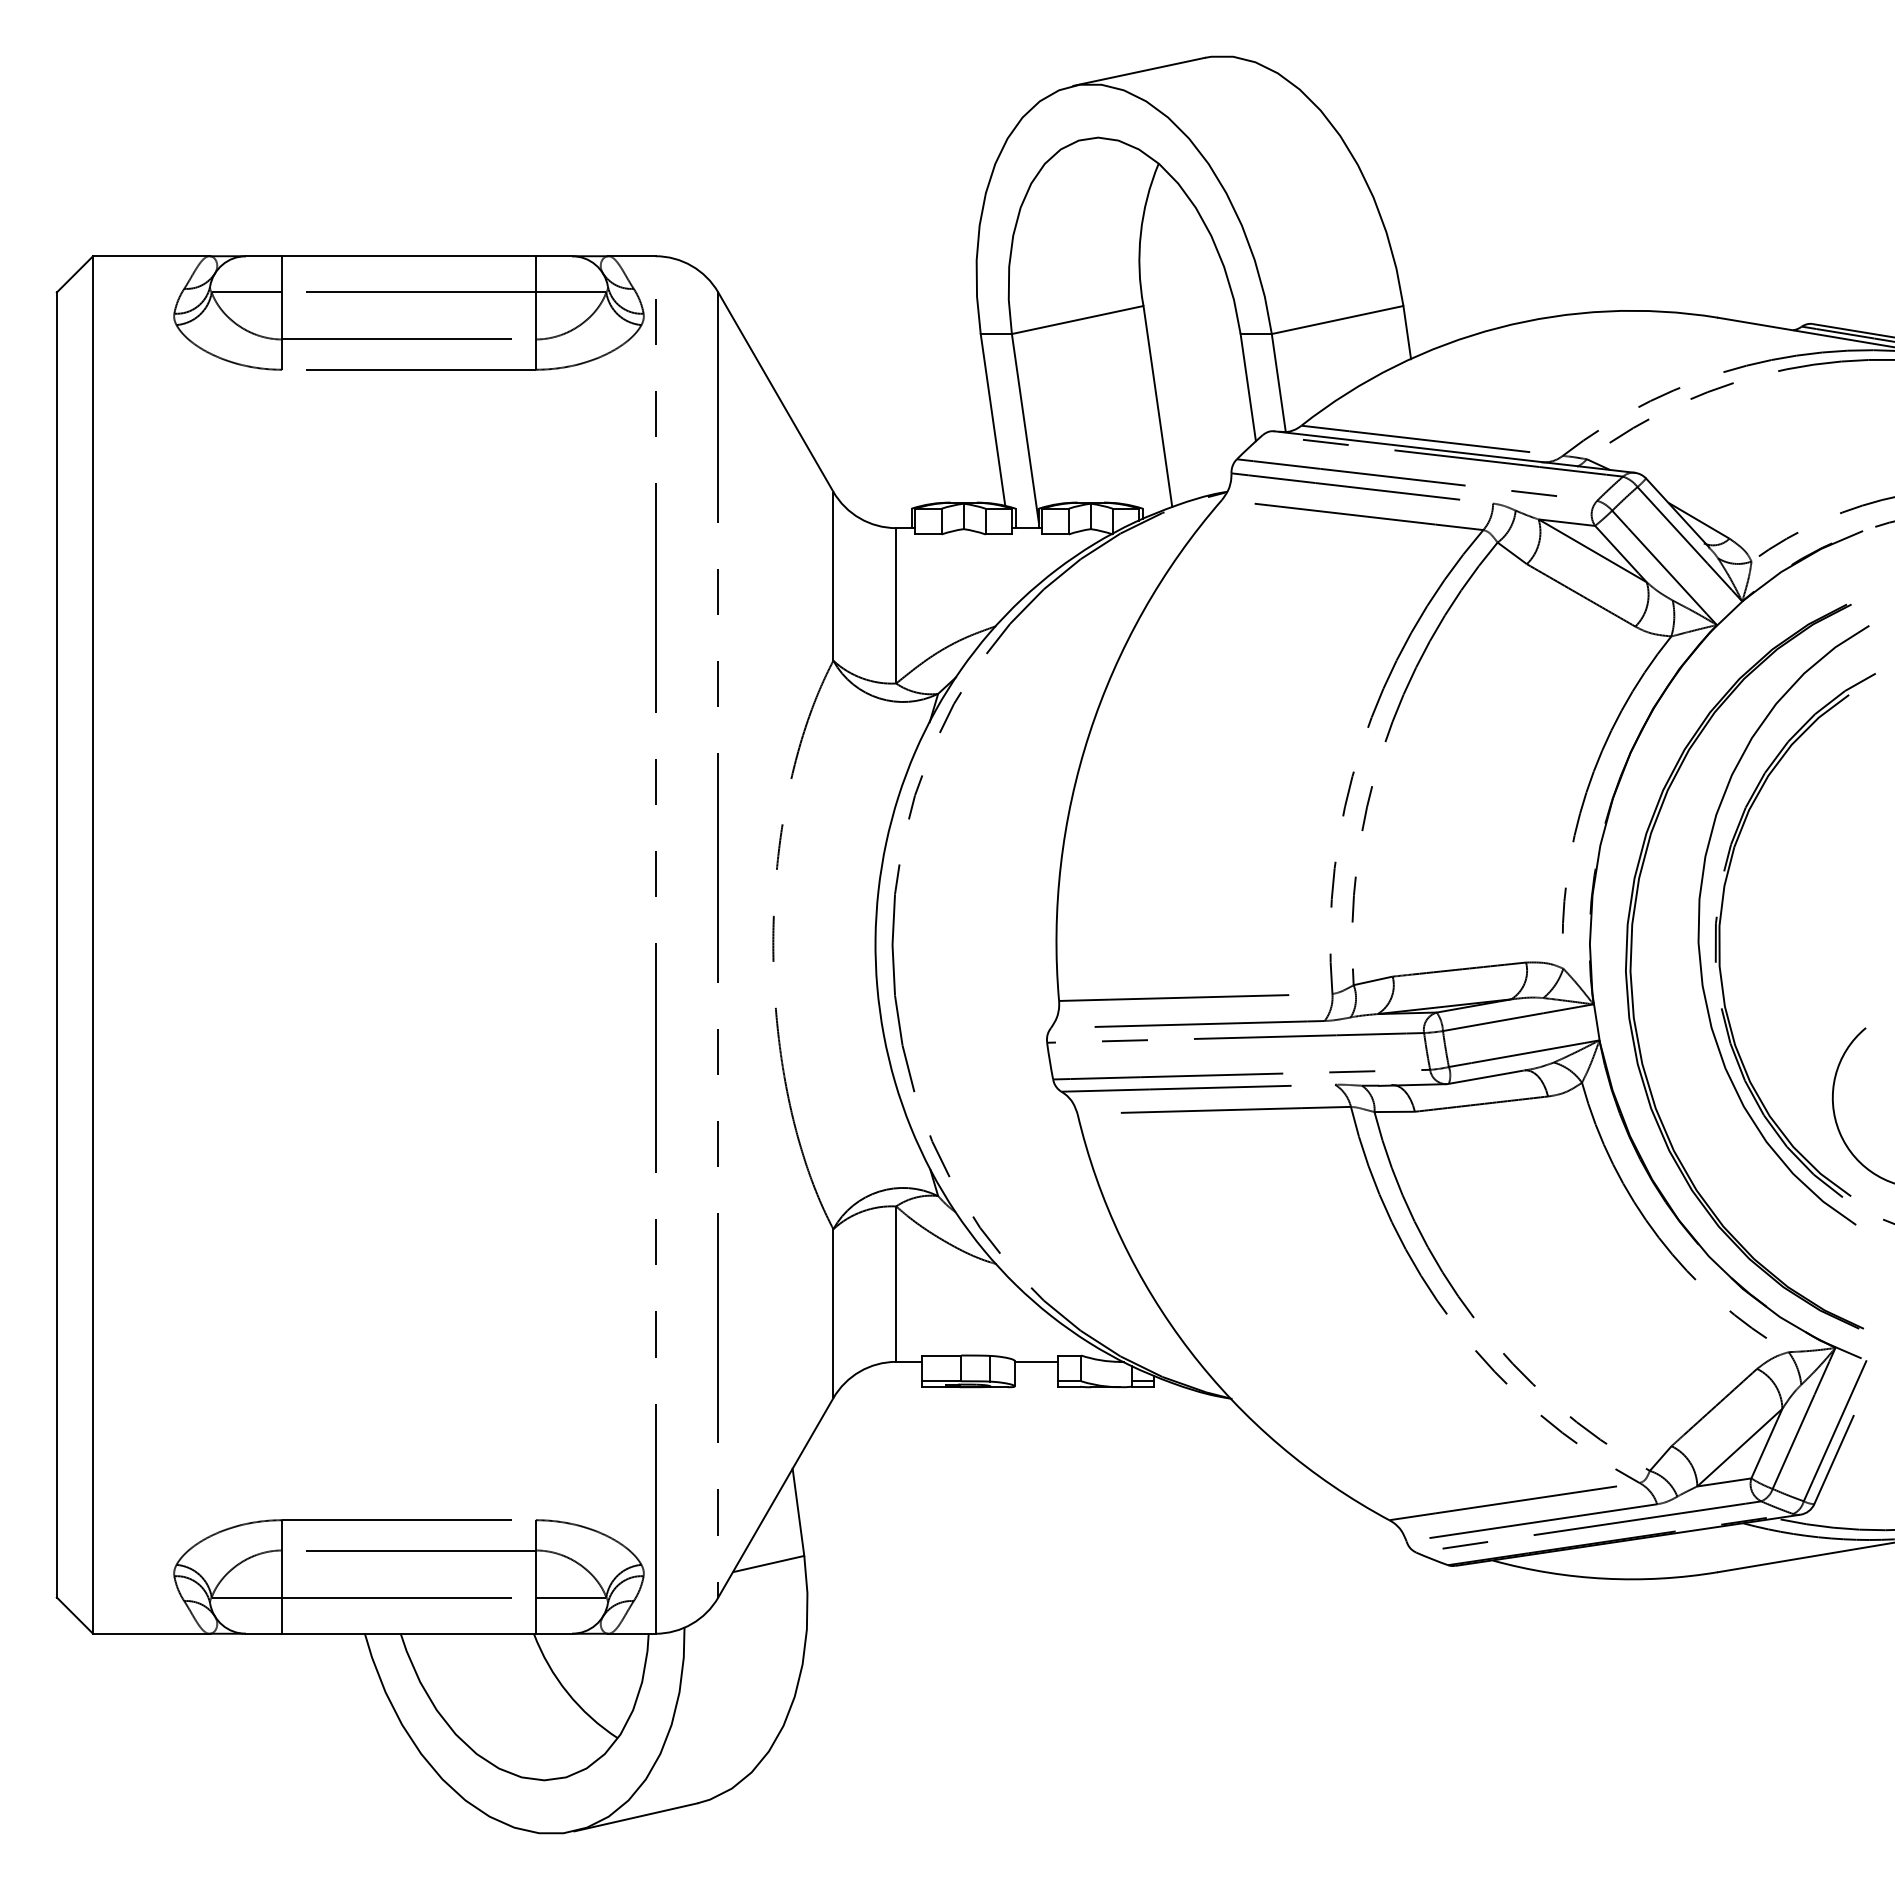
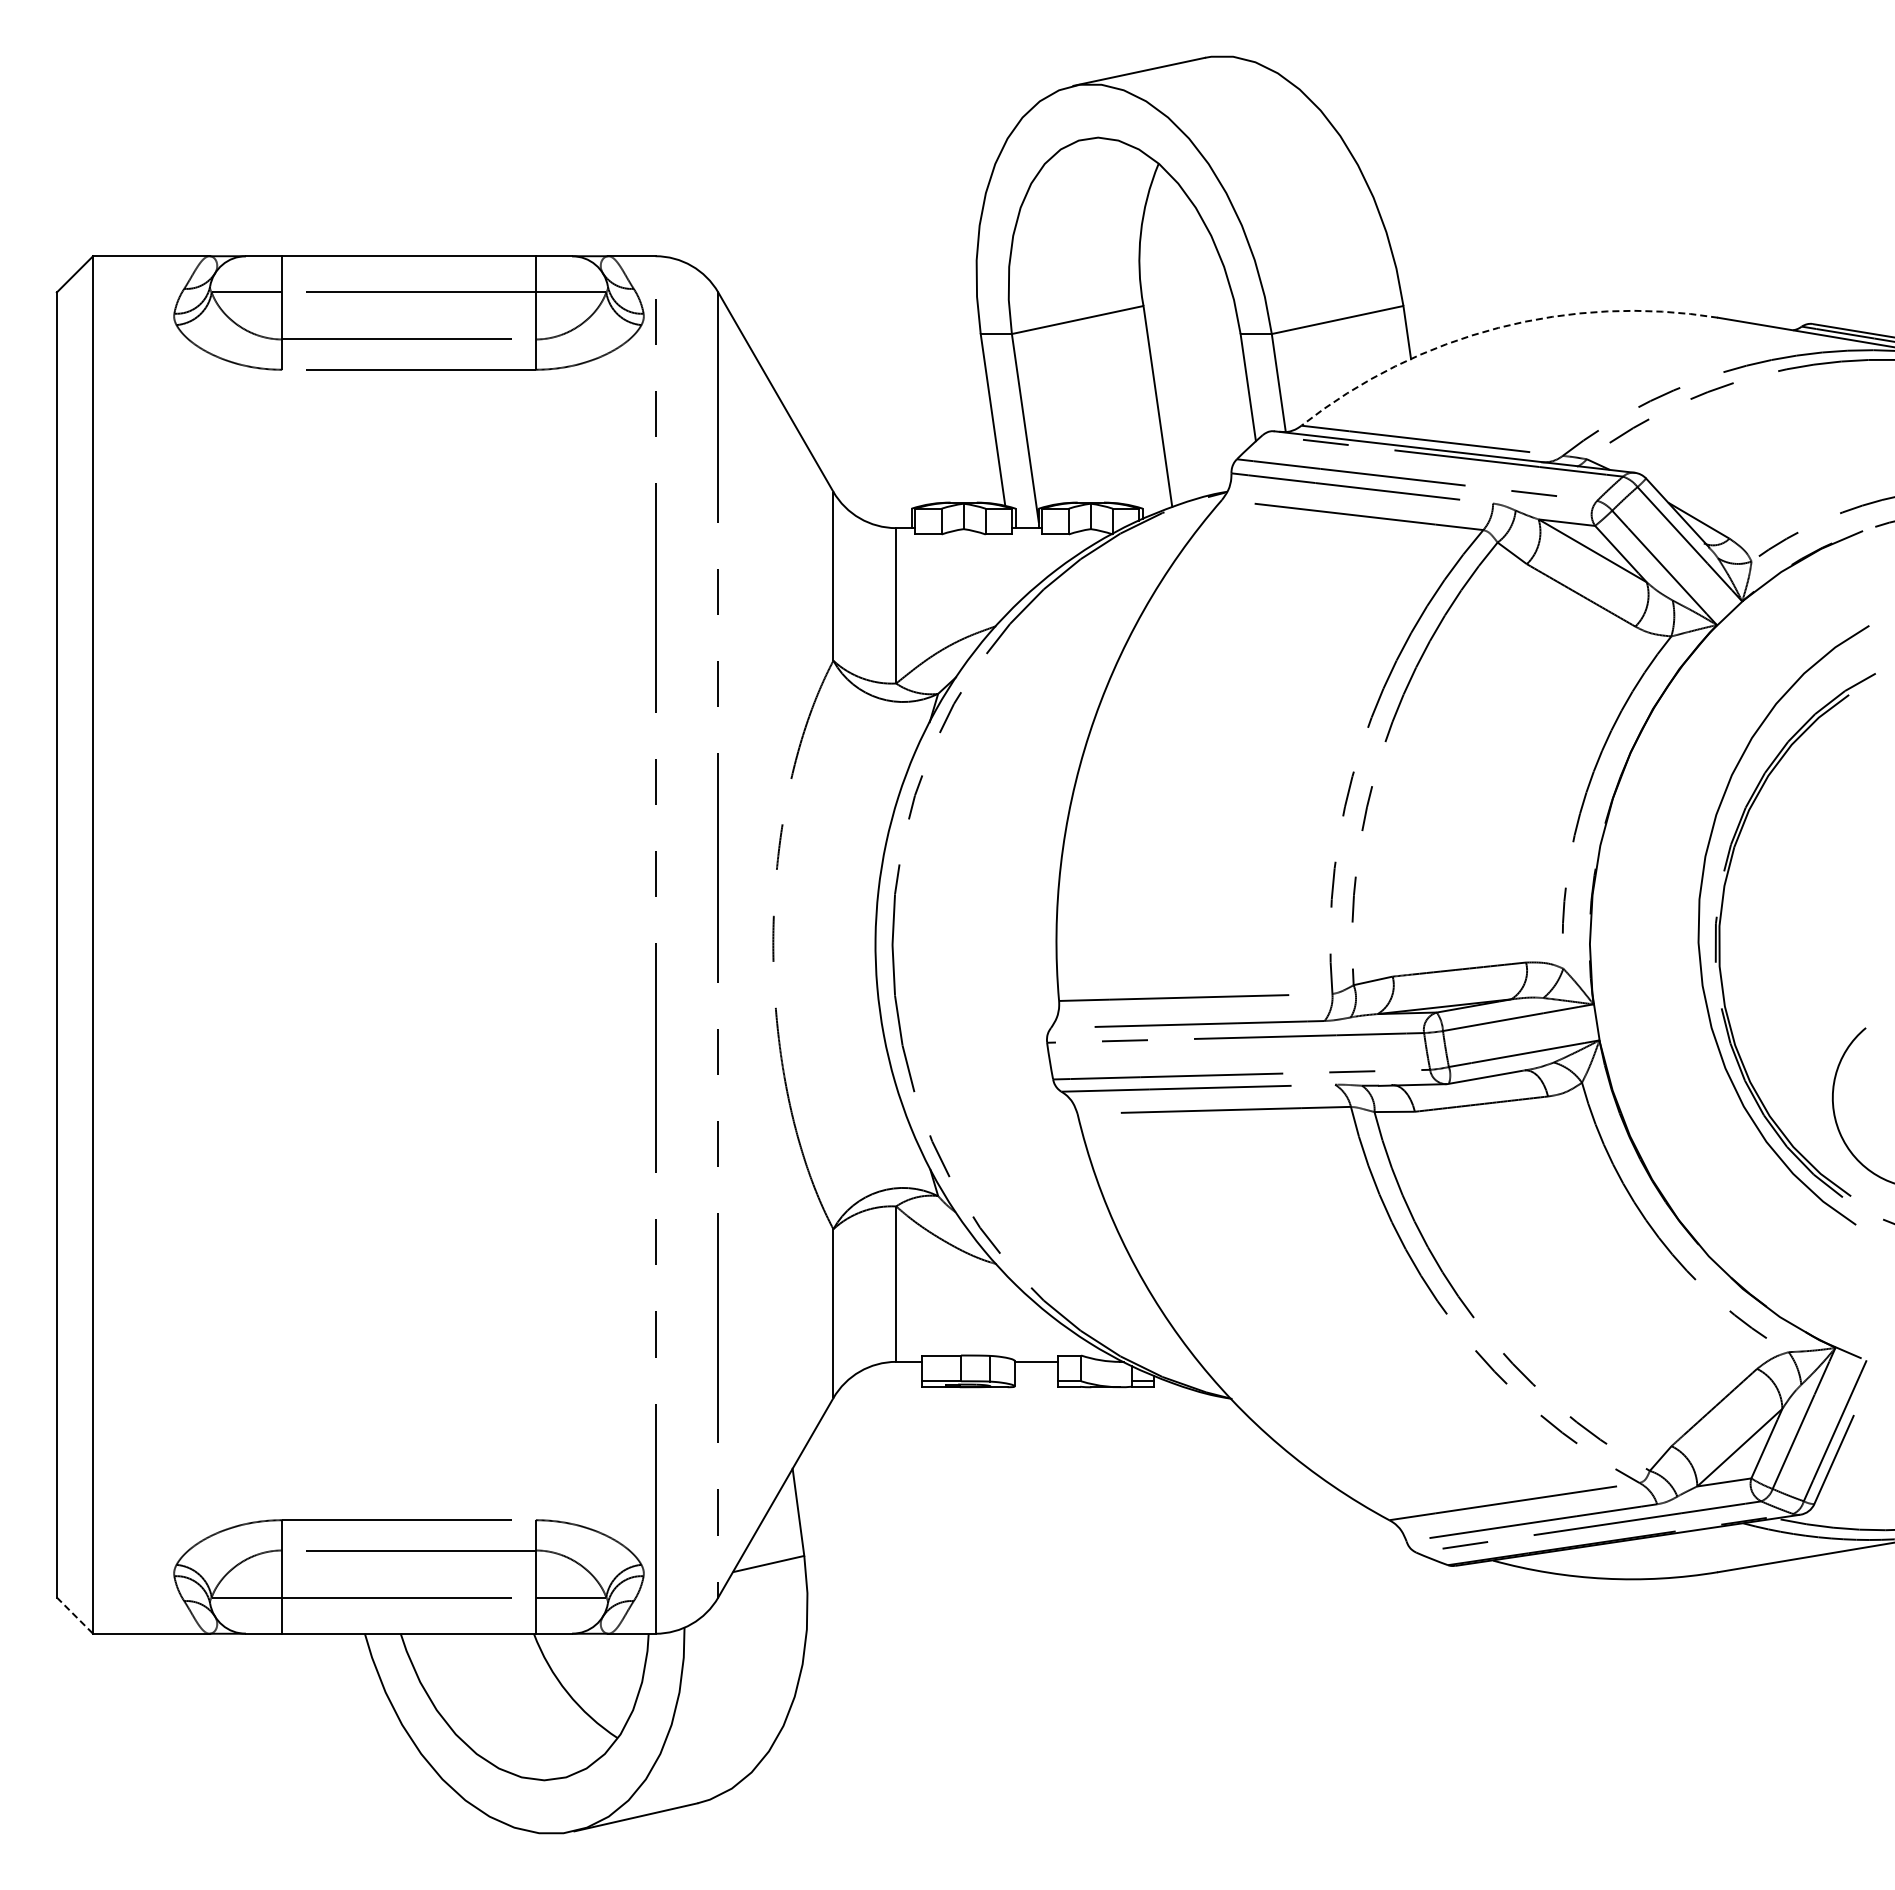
arc at (1498, 327): solid -> dashed
part at (1632, 953): present -> none
line at (74, 1615): solid -> dashed
